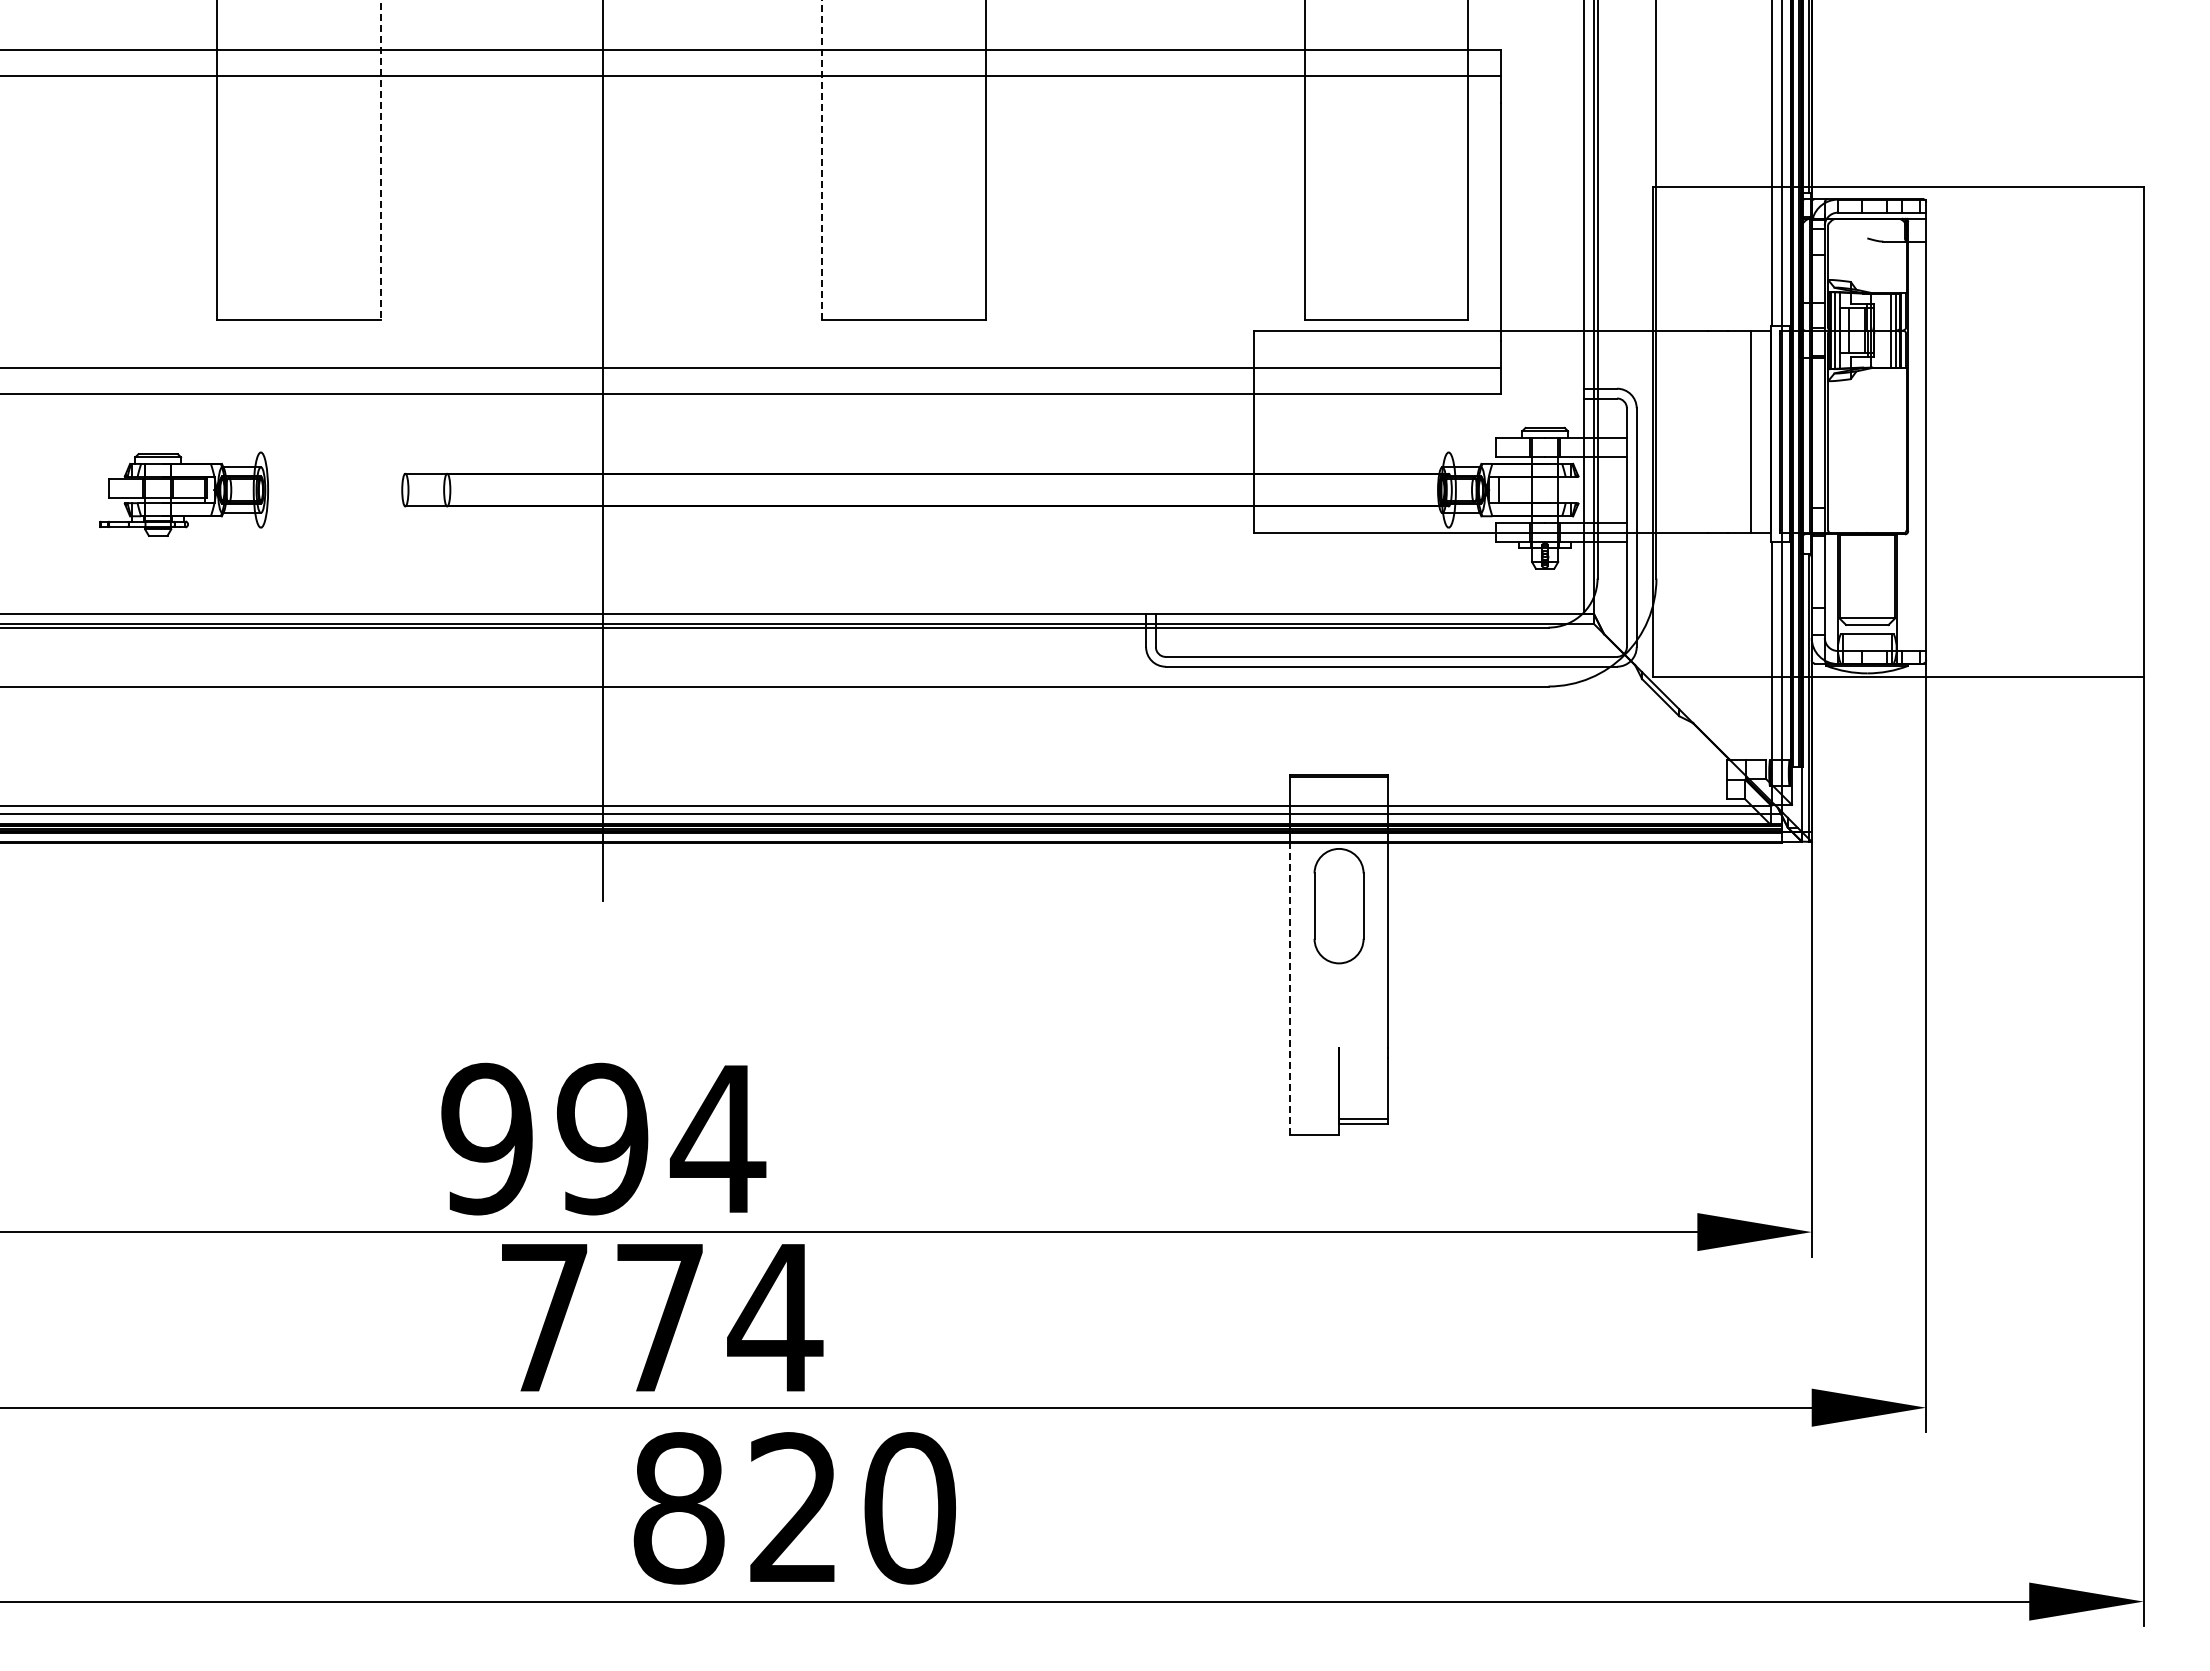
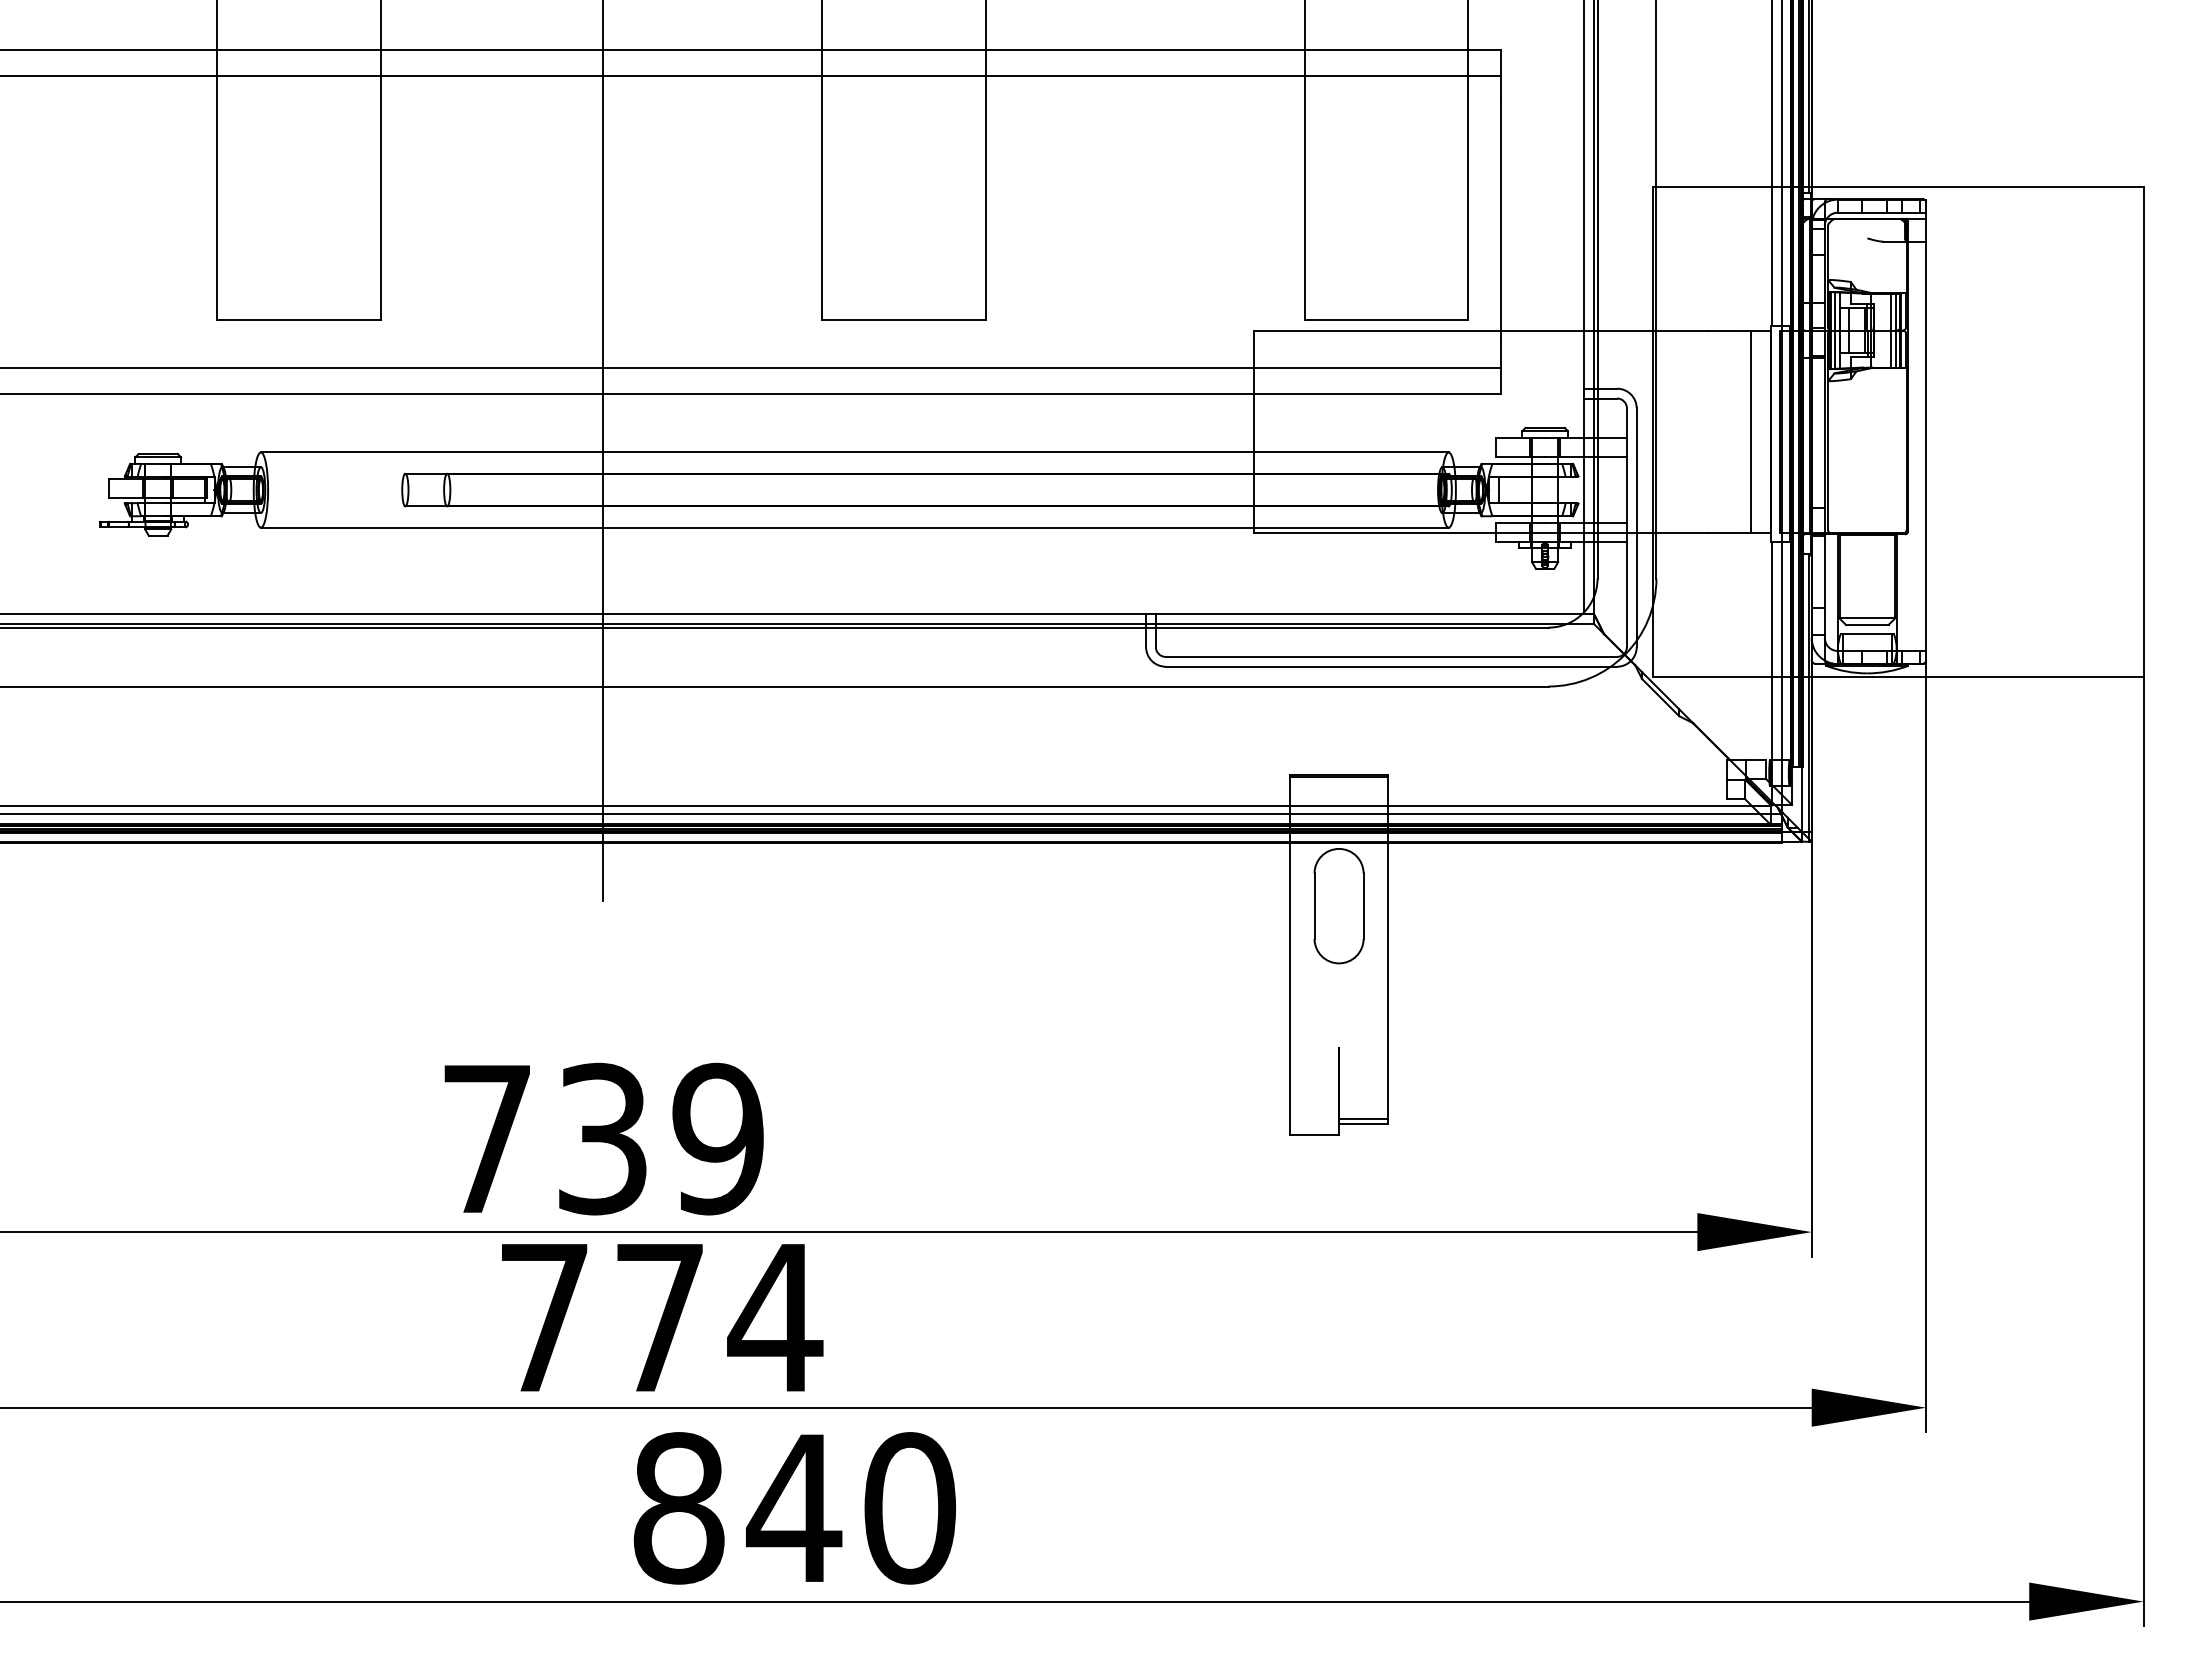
line at (380, 160): dashed -> solid
line at (822, 160): dashed -> solid
line at (854, 452): none -> present
line at (854, 527): none -> present
line at (1290, 989): dashed -> solid
text at (603, 1138): 994 -> 739
text at (794, 1506): 820 -> 840
